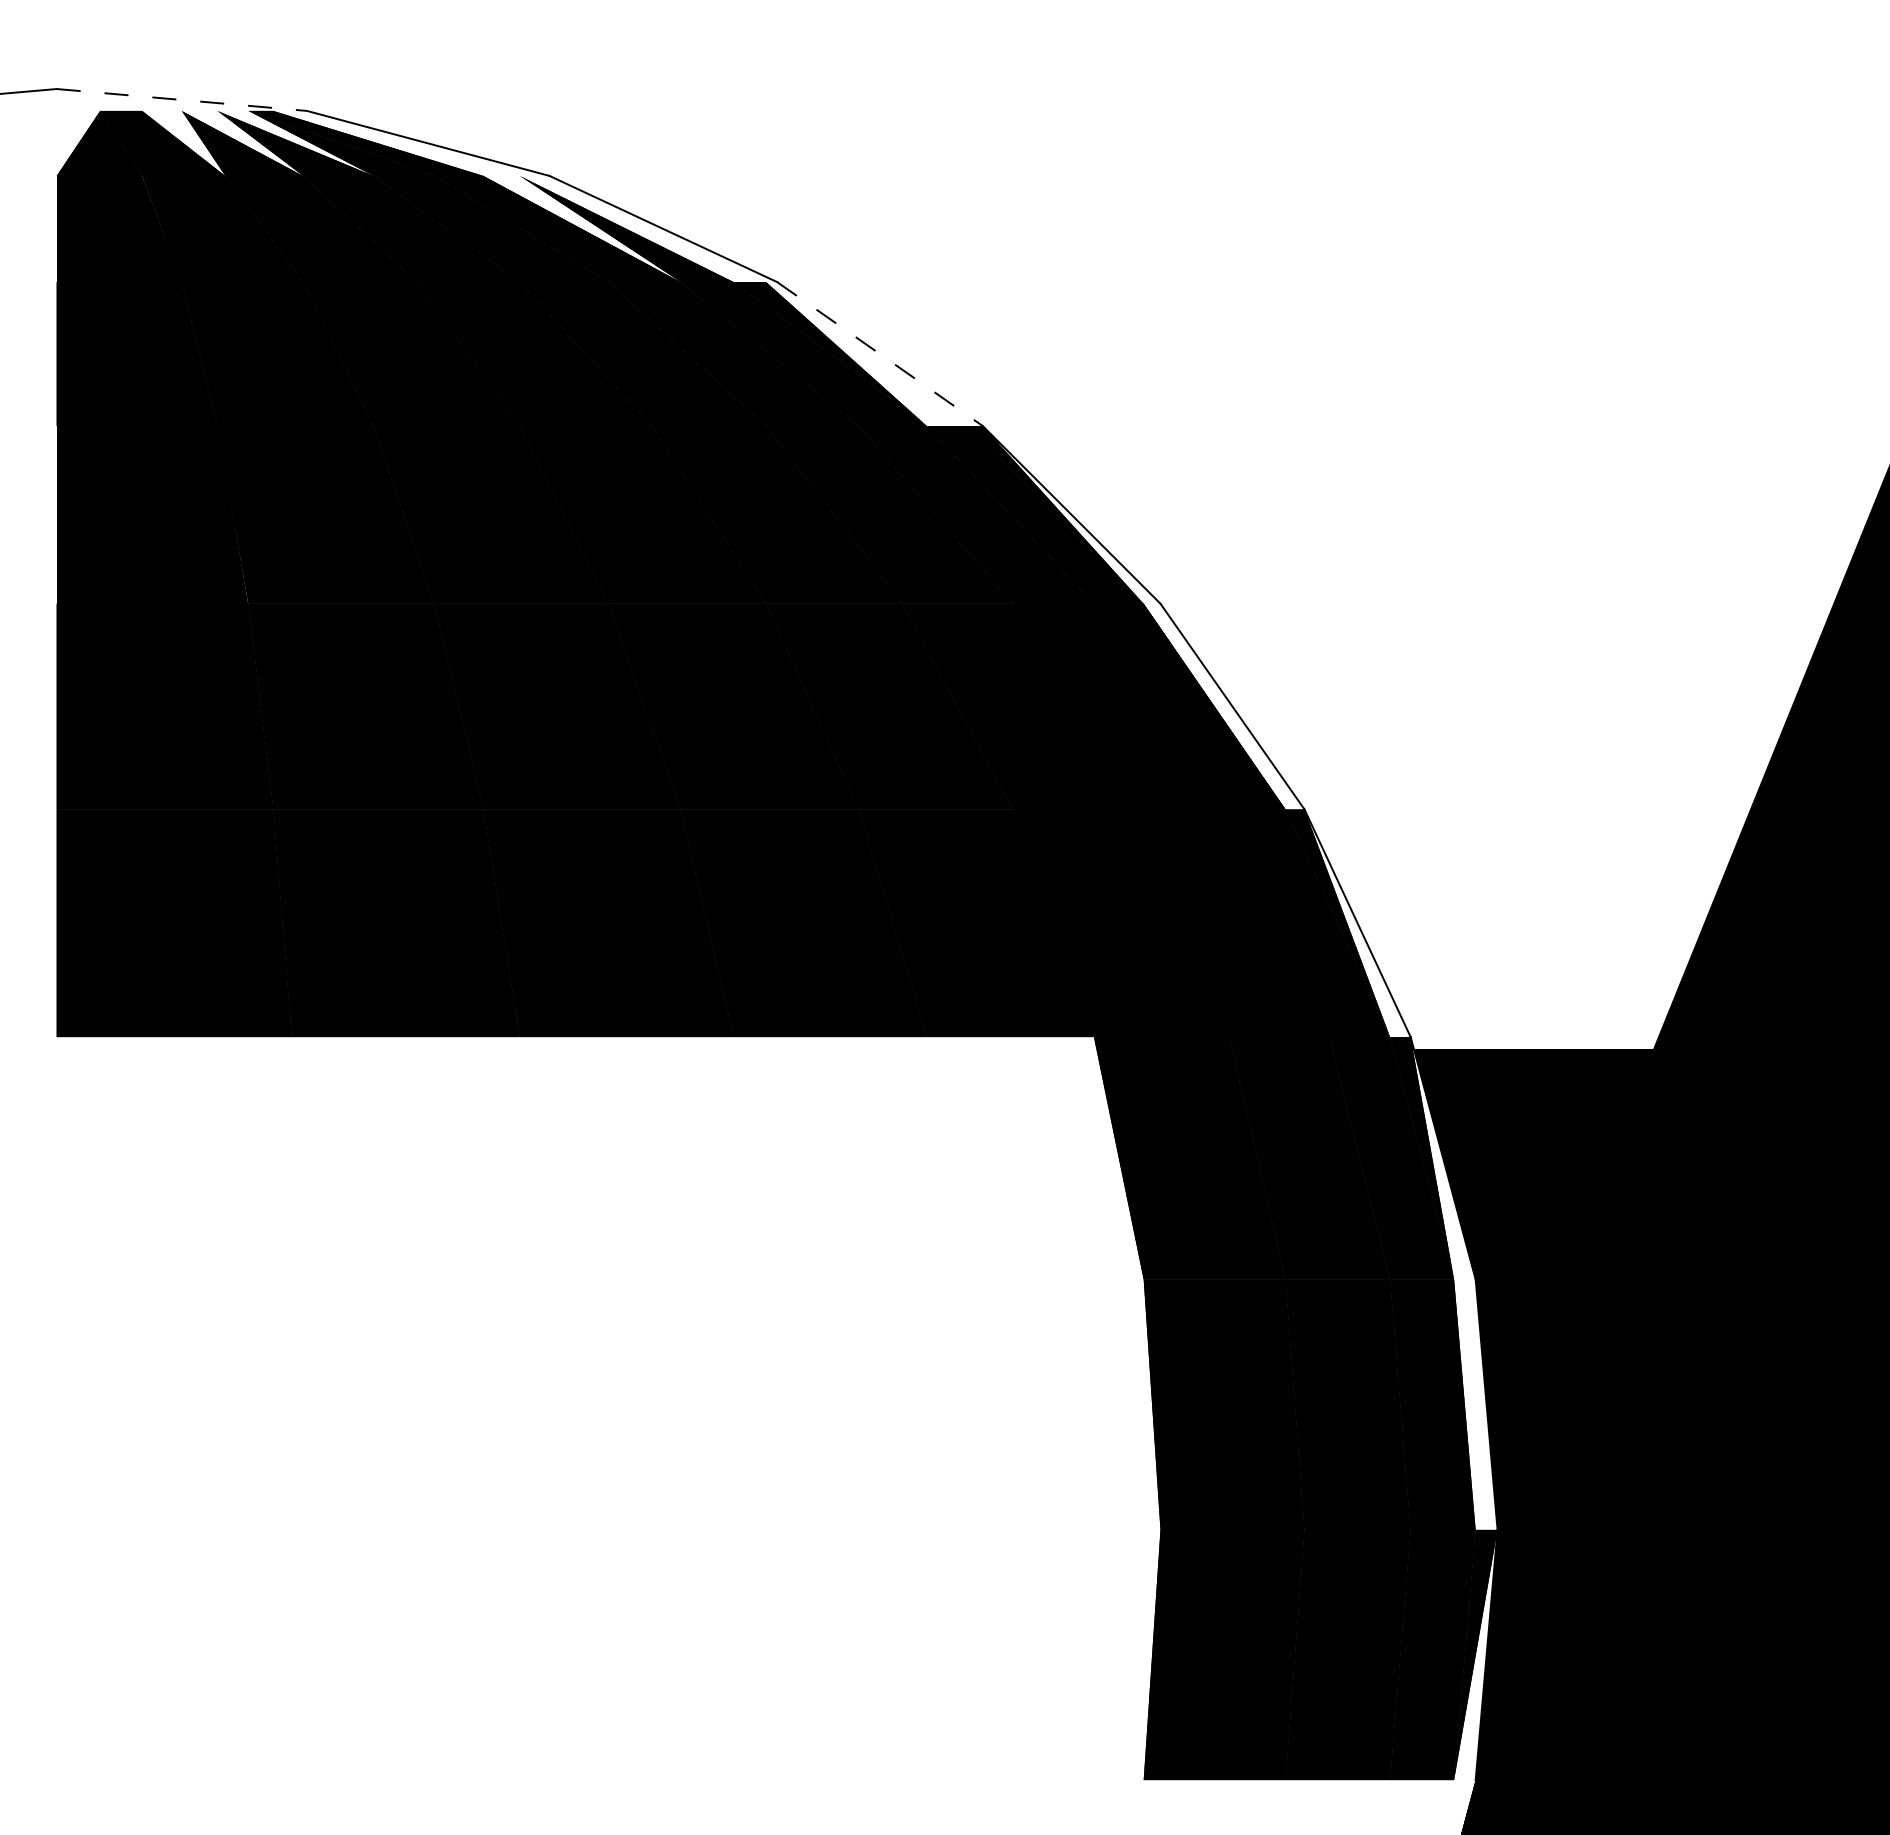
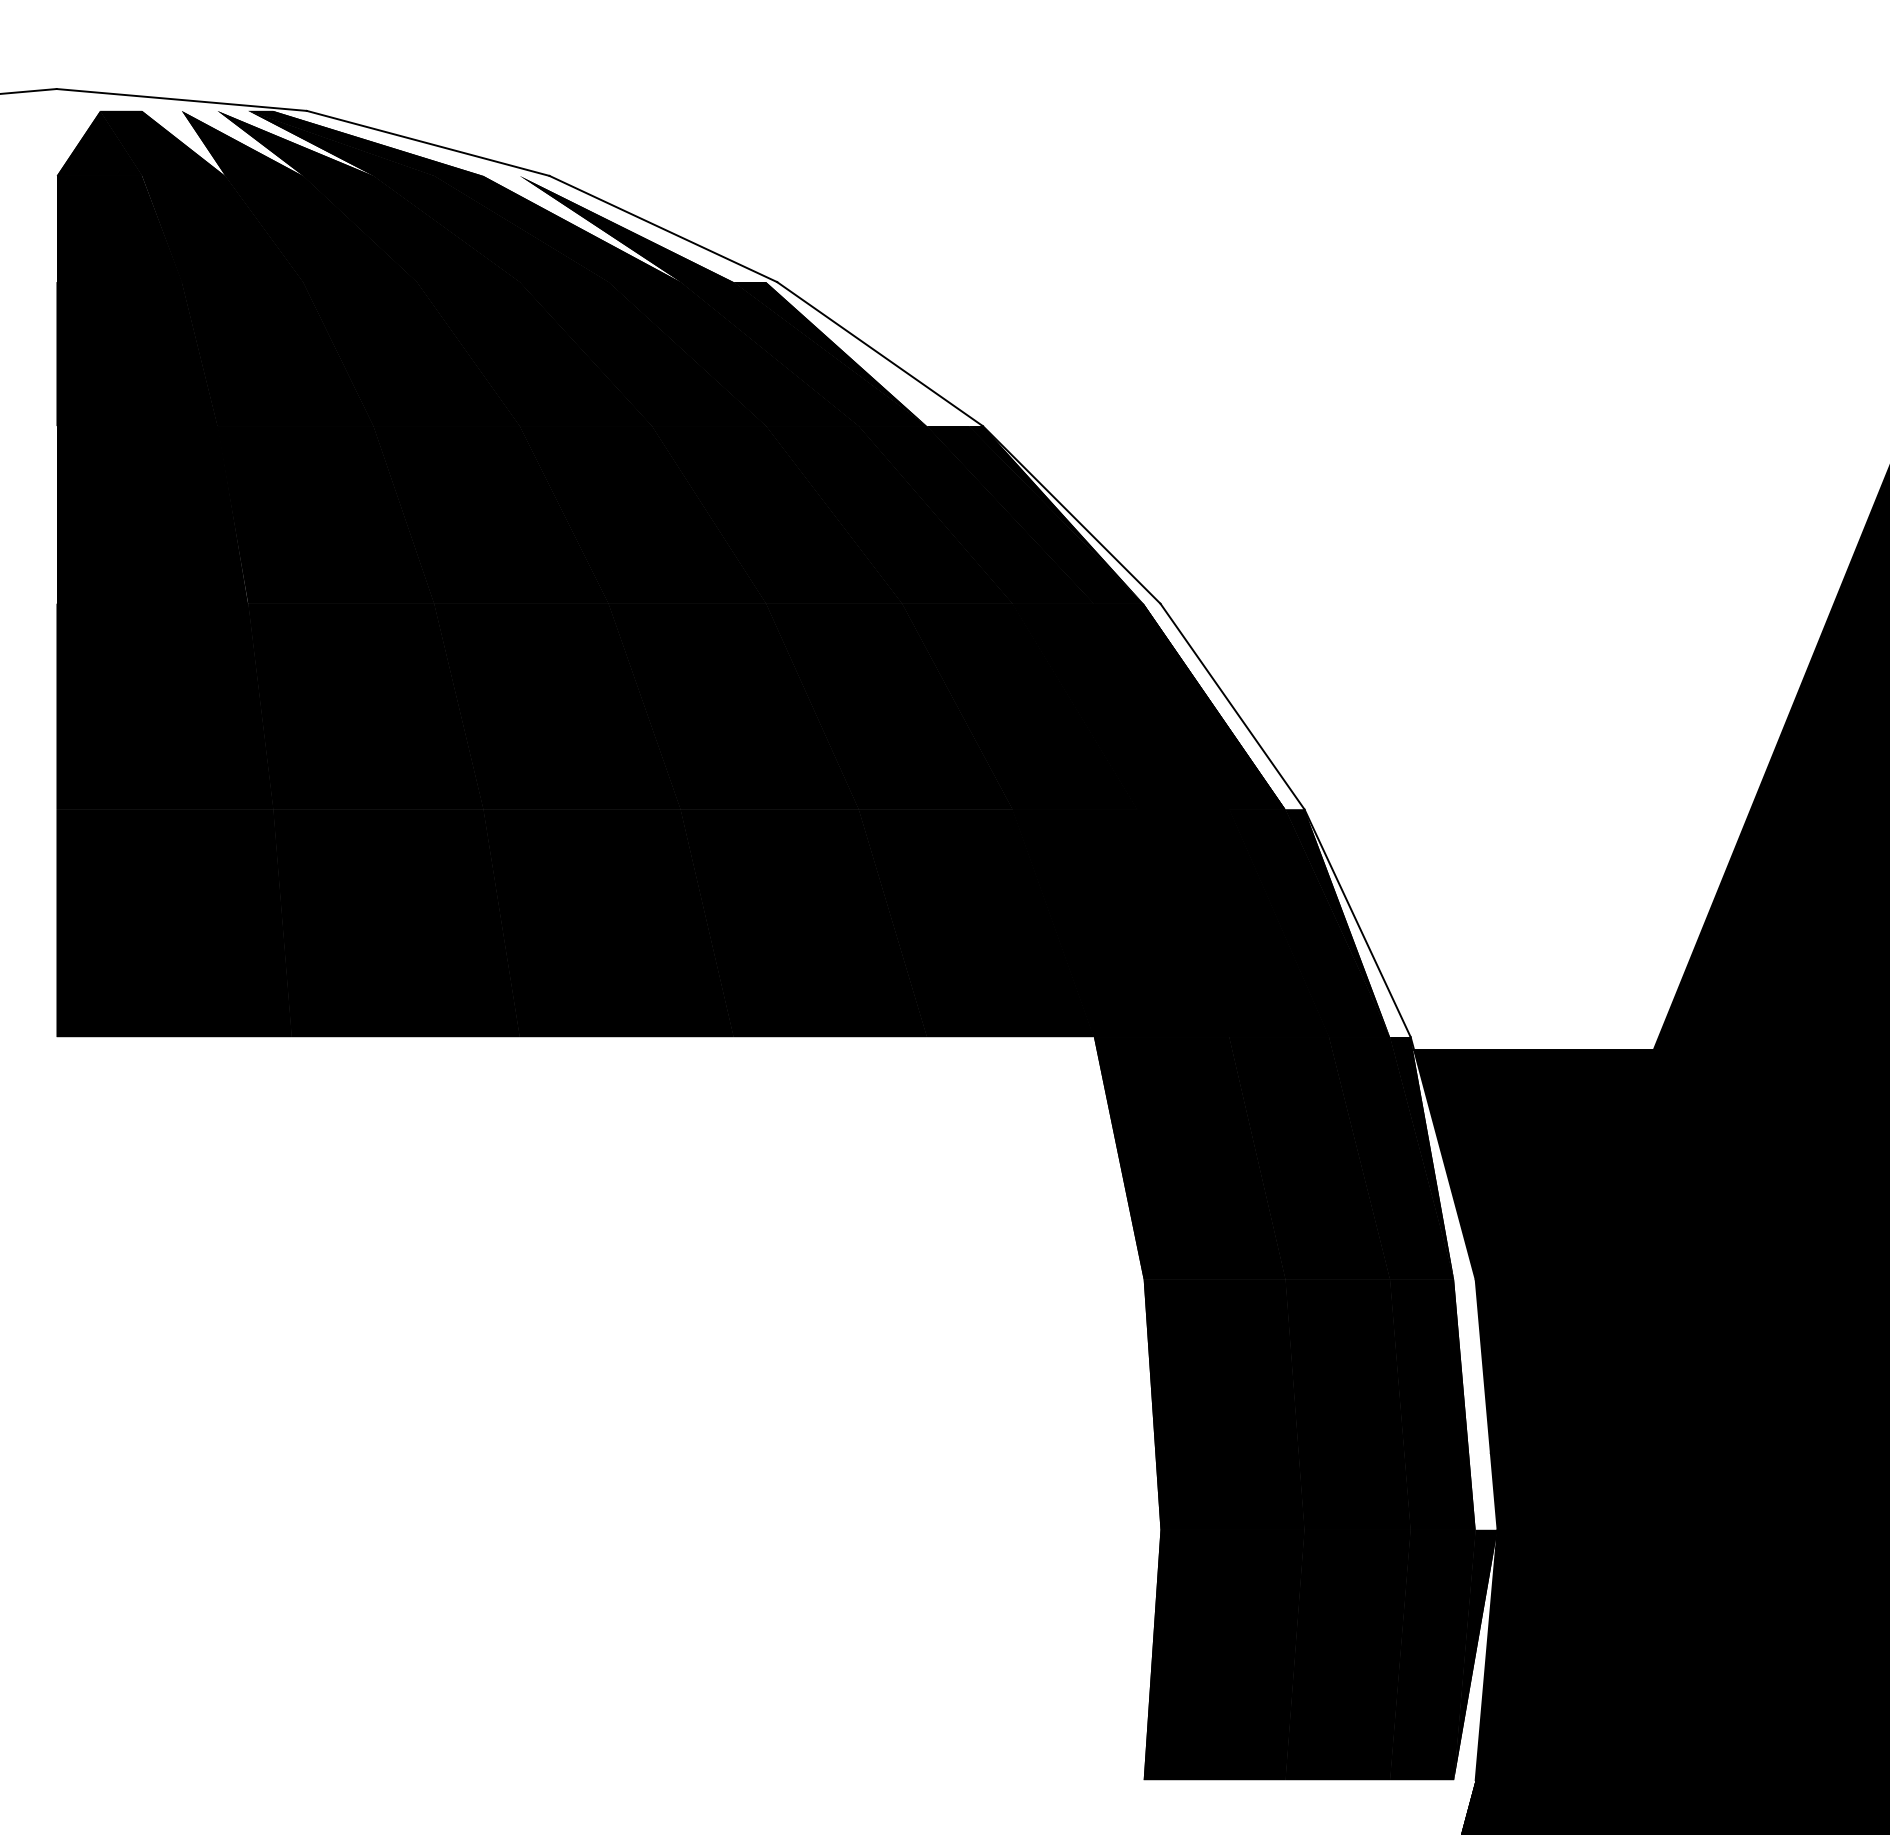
line at (181, 99): dashed -> solid
line at (880, 354): dashed -> solid
